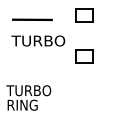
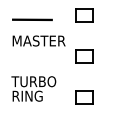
text at (38, 40): TURBO -> MASTER
text at (28, 97) position: (28, 97) -> (33, 88)
part at (84, 97): none -> present
